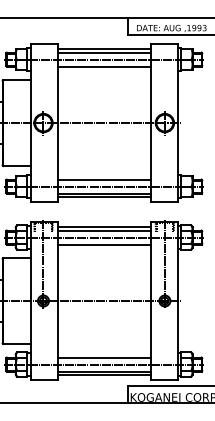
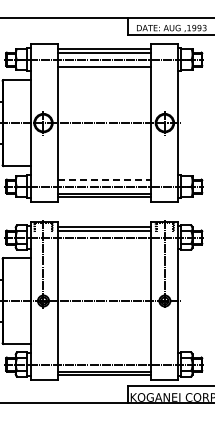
line at (104, 179): solid -> dashed
line at (103, 244): present -> none
line at (103, 357): present -> none
